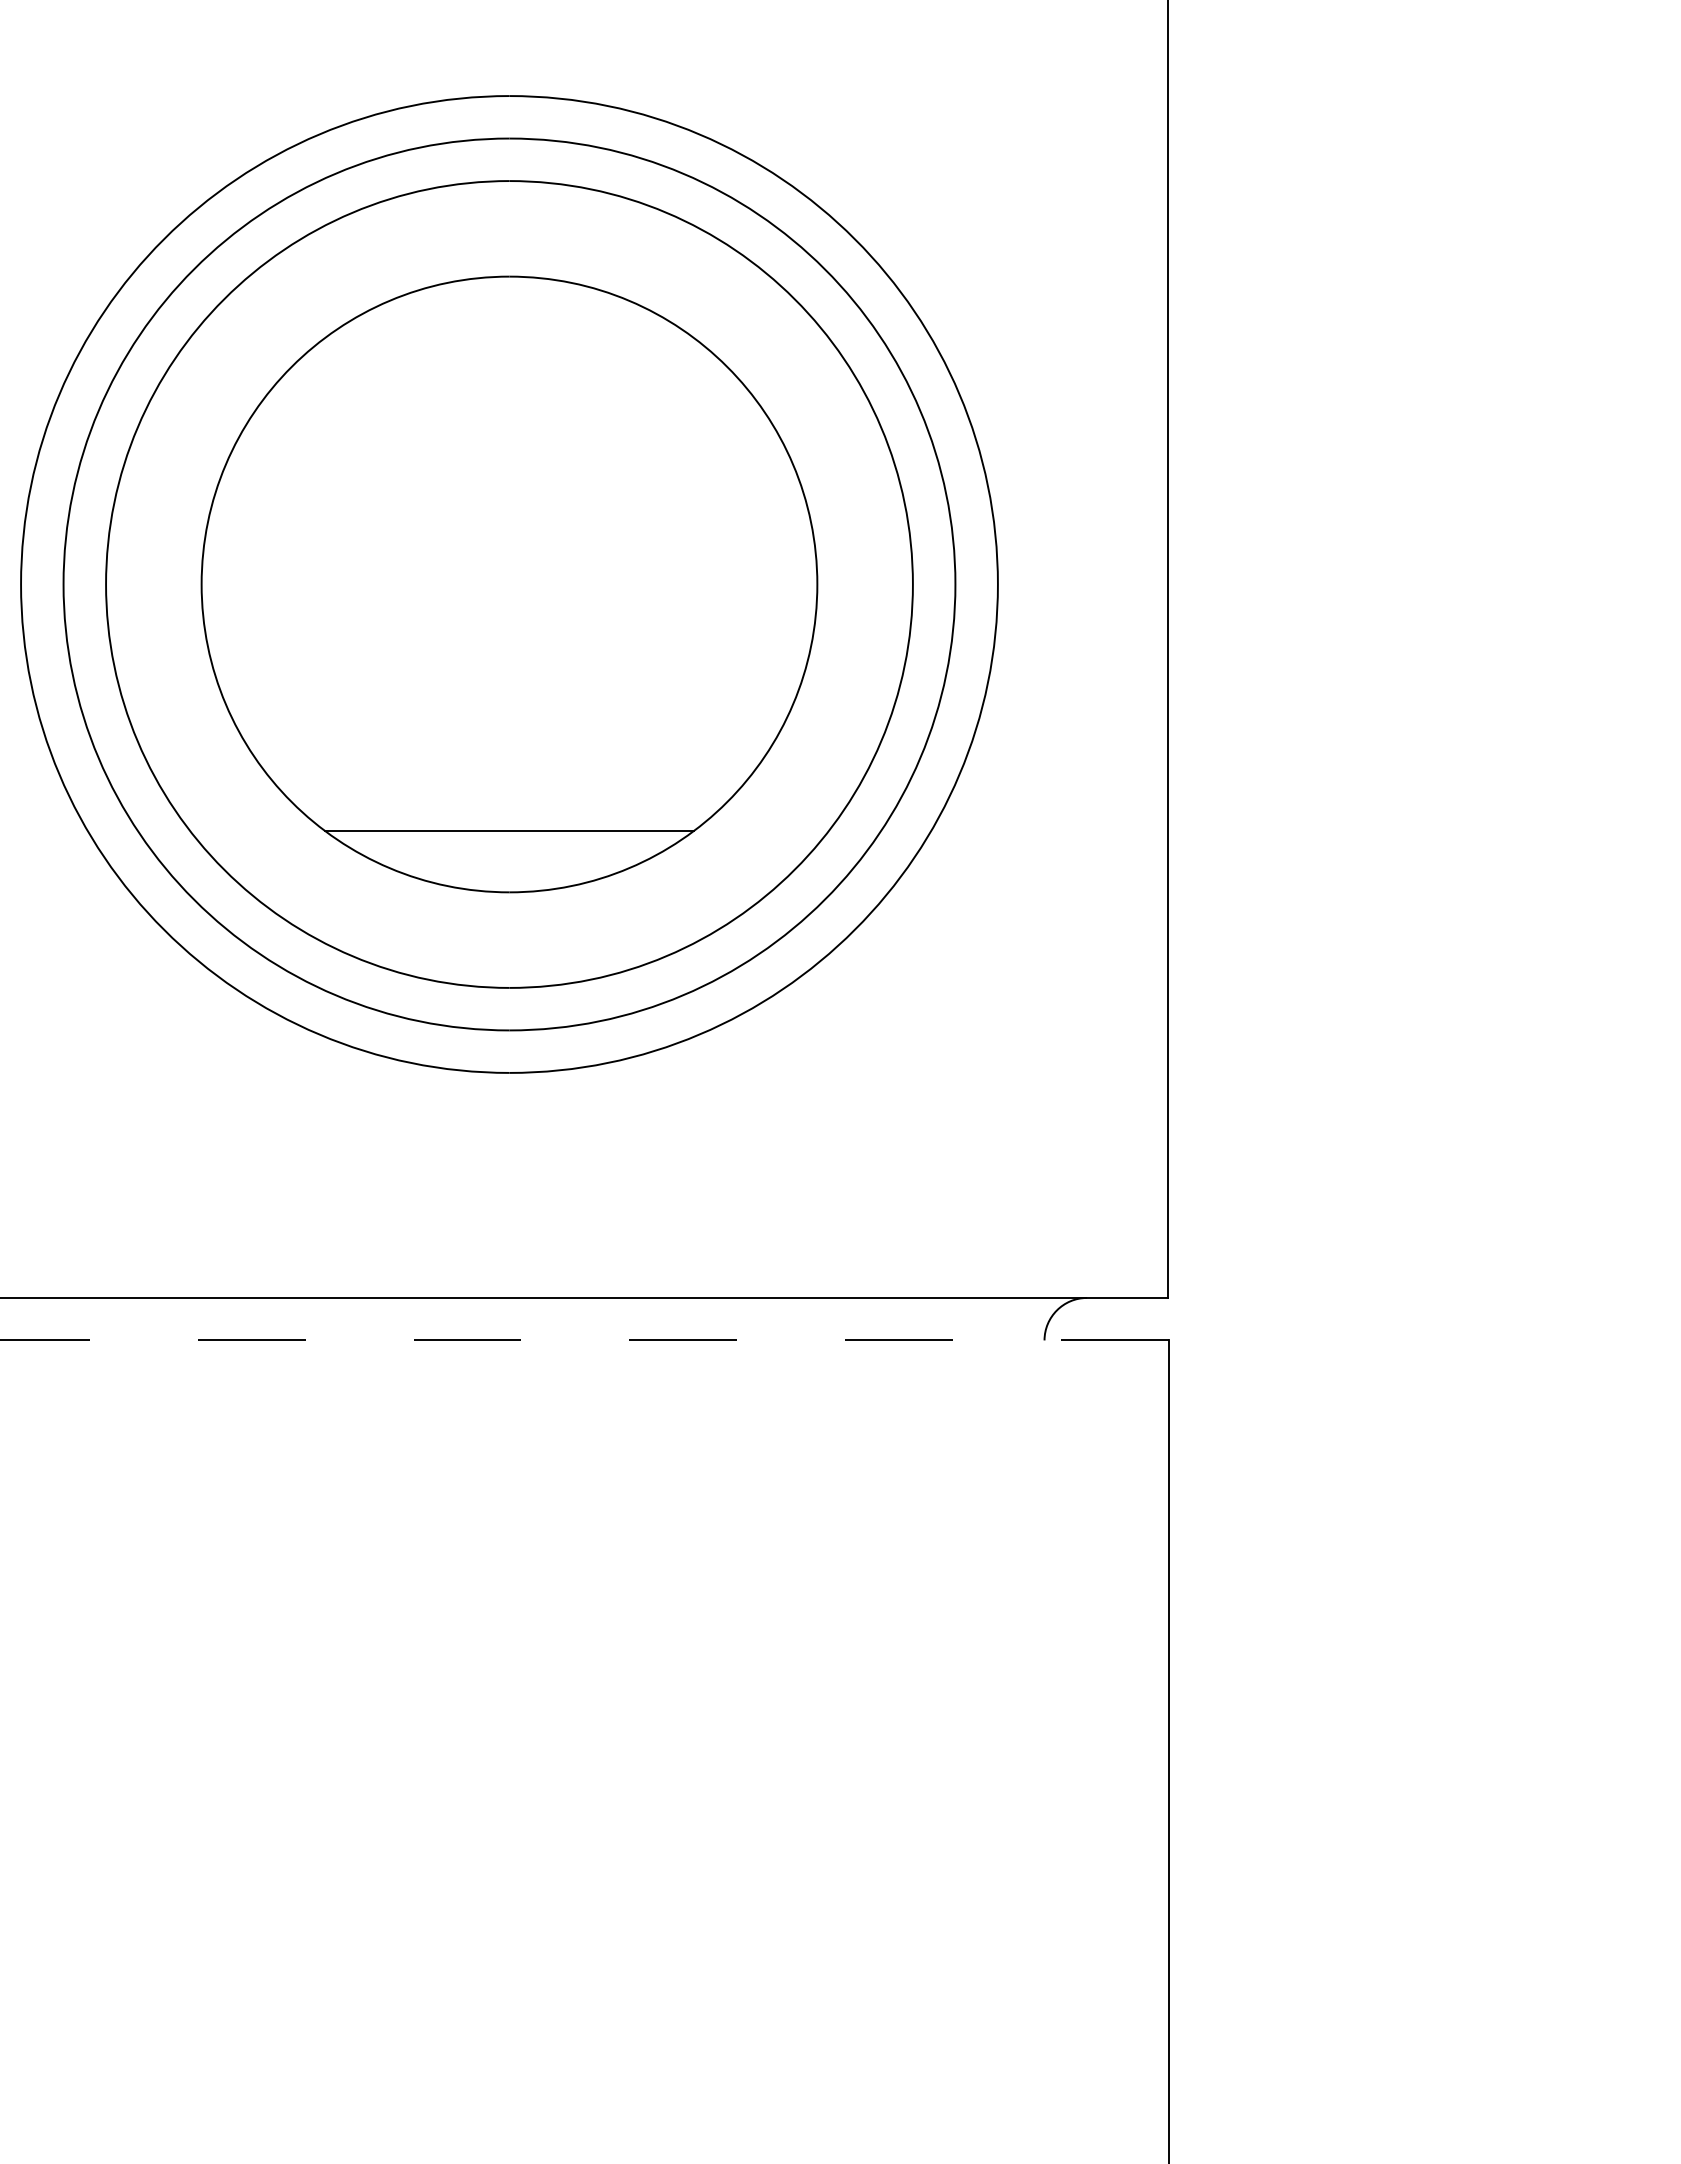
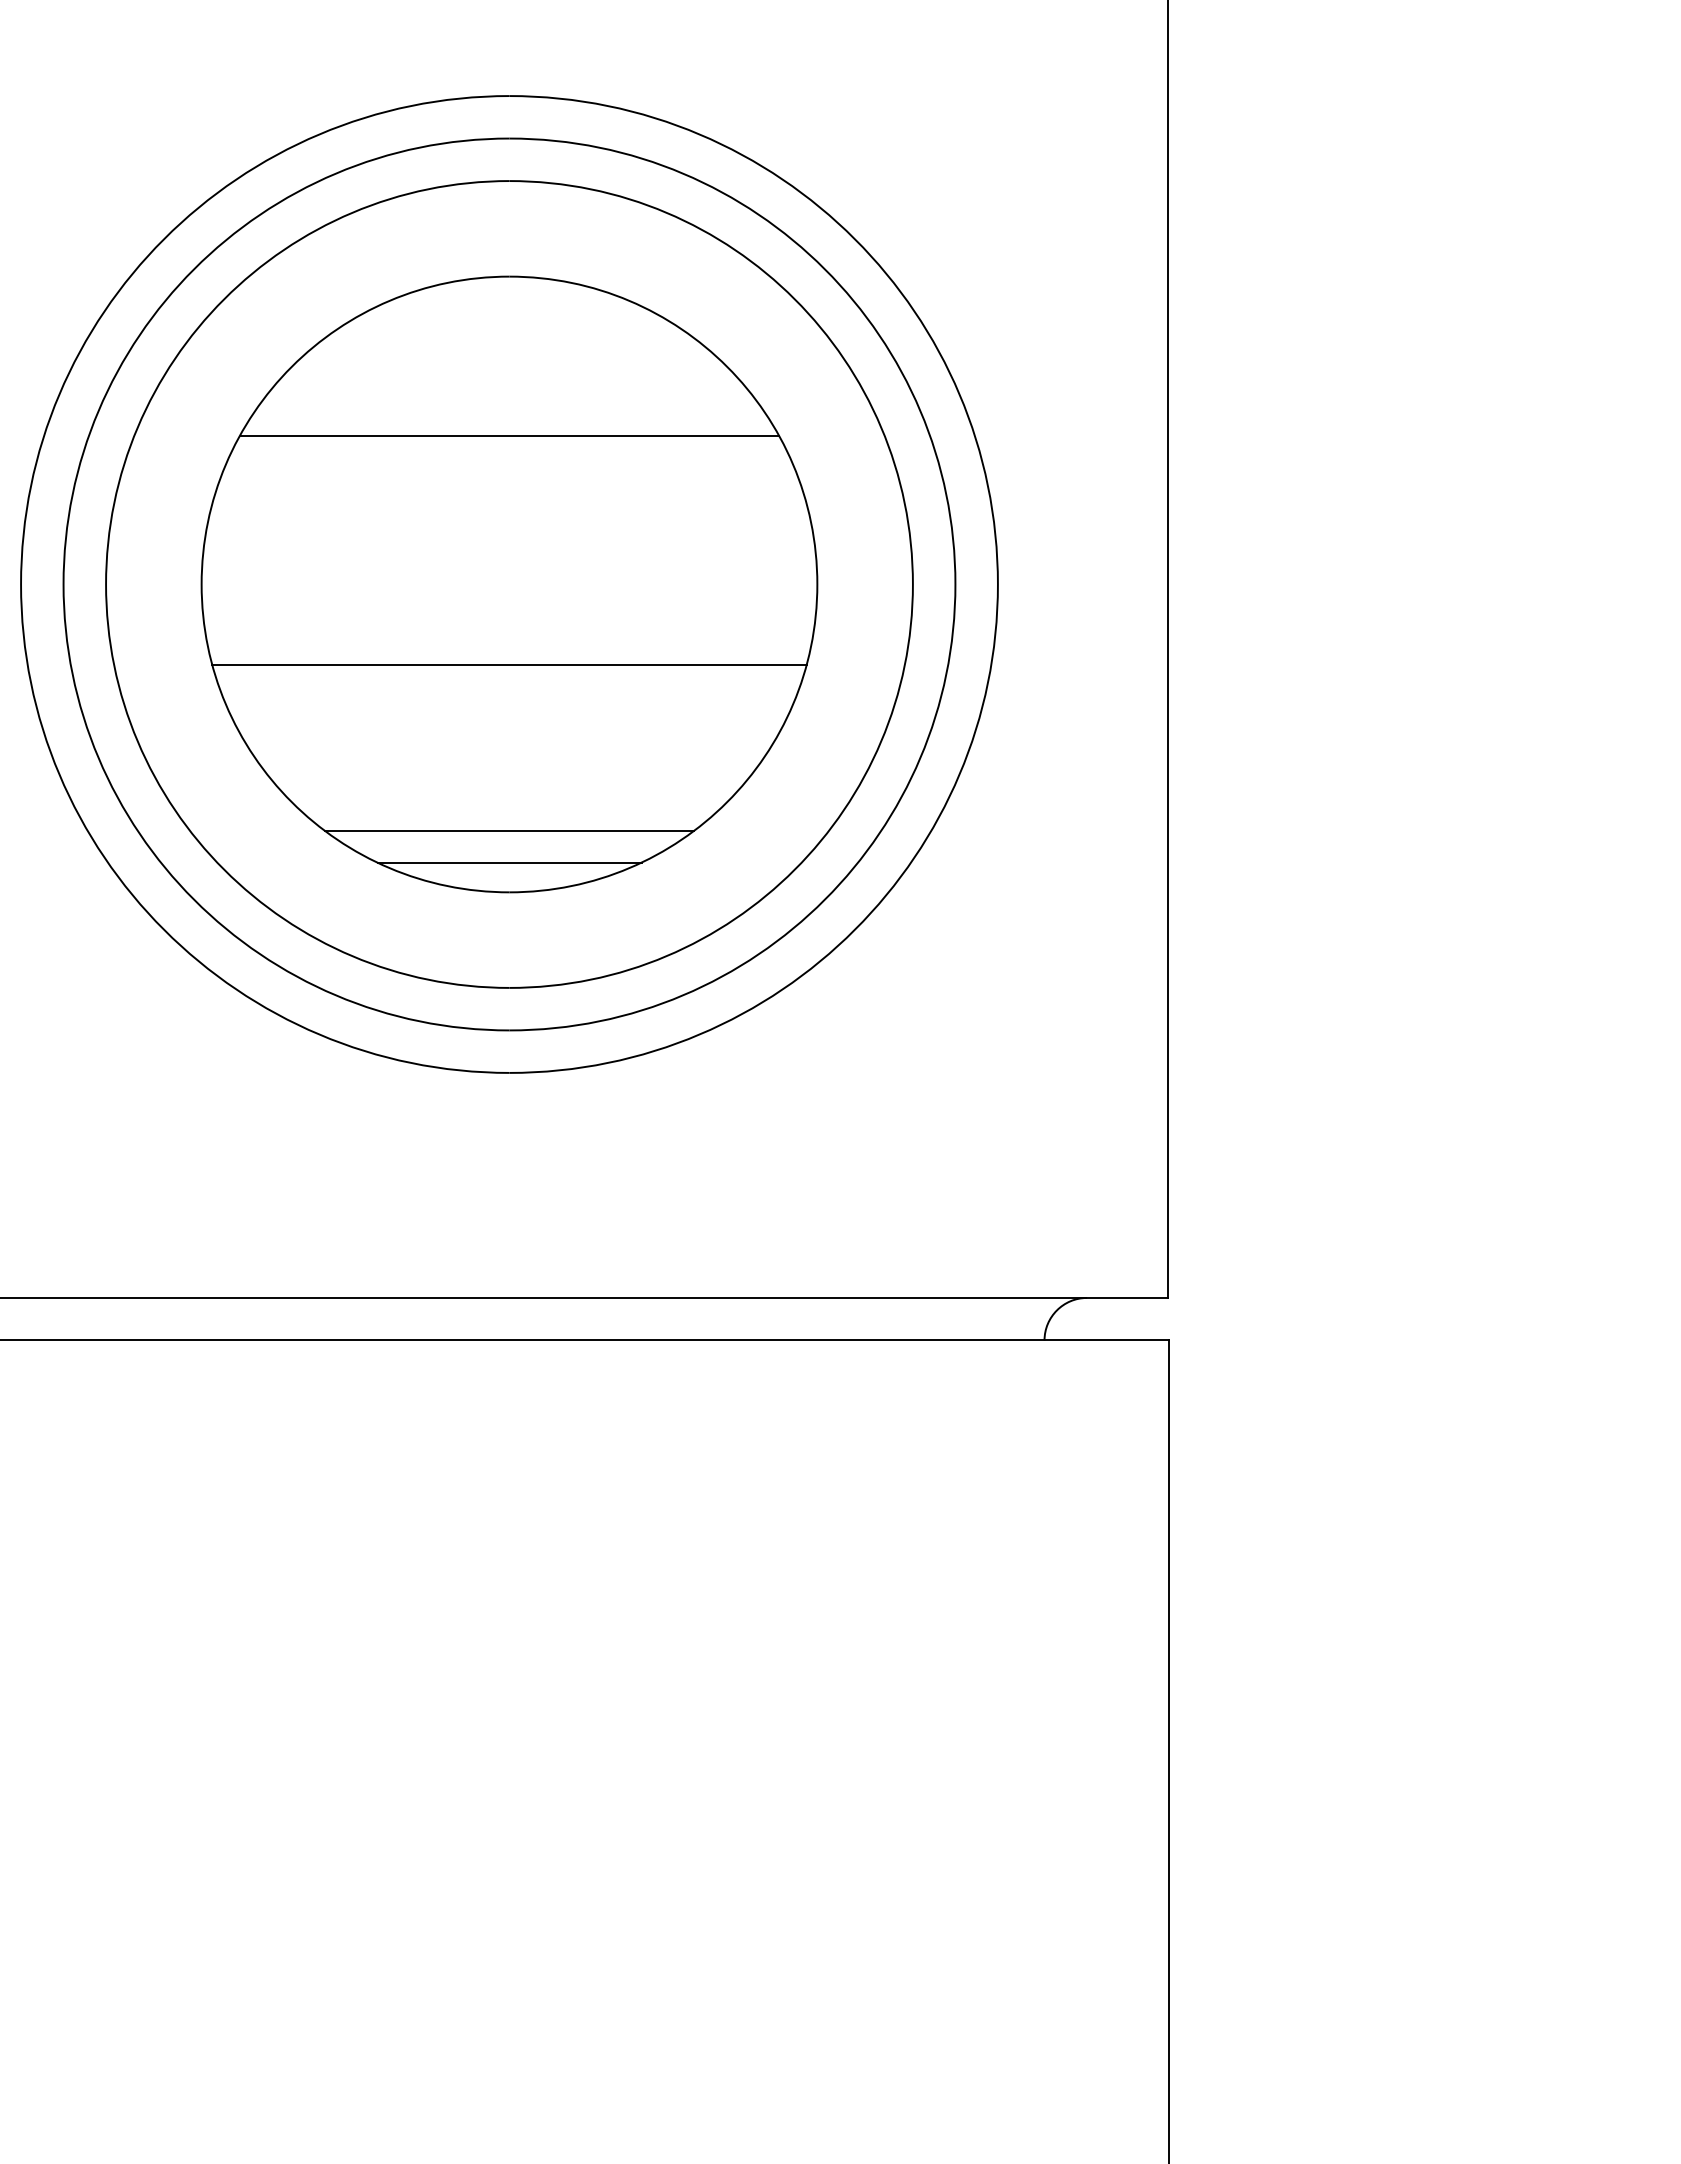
line at (509, 435): none -> present
line at (509, 665): none -> present
line at (509, 862): none -> present
line at (583, 1340): dashed -> solid
